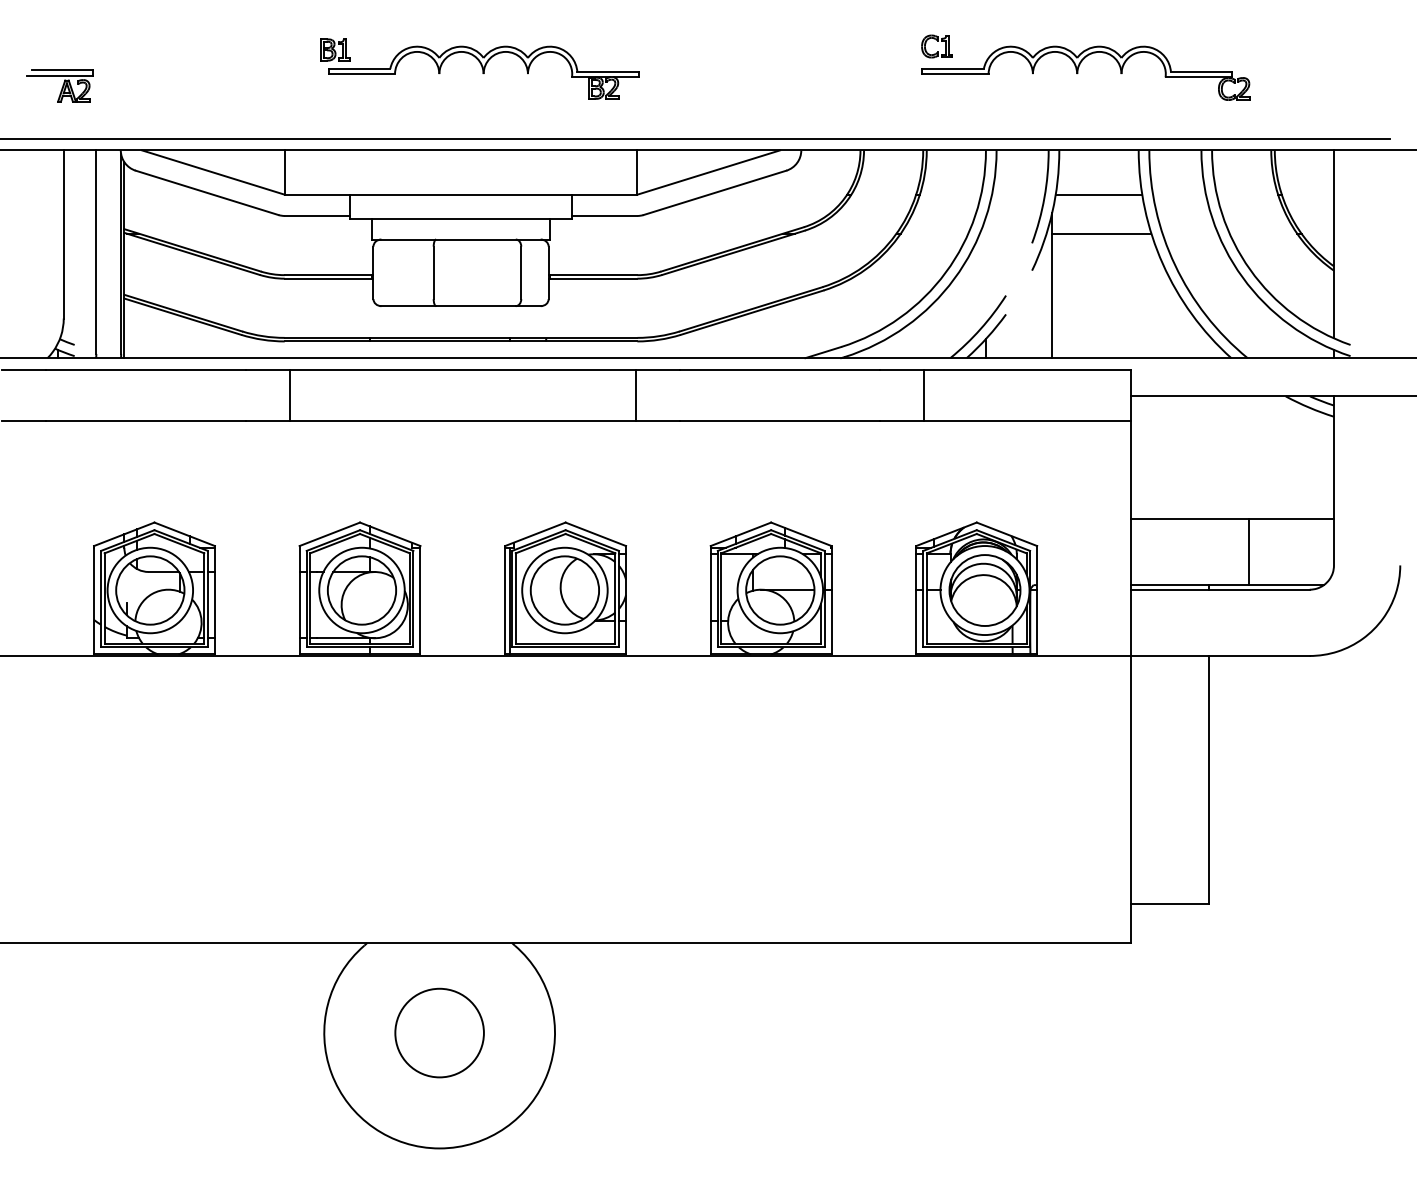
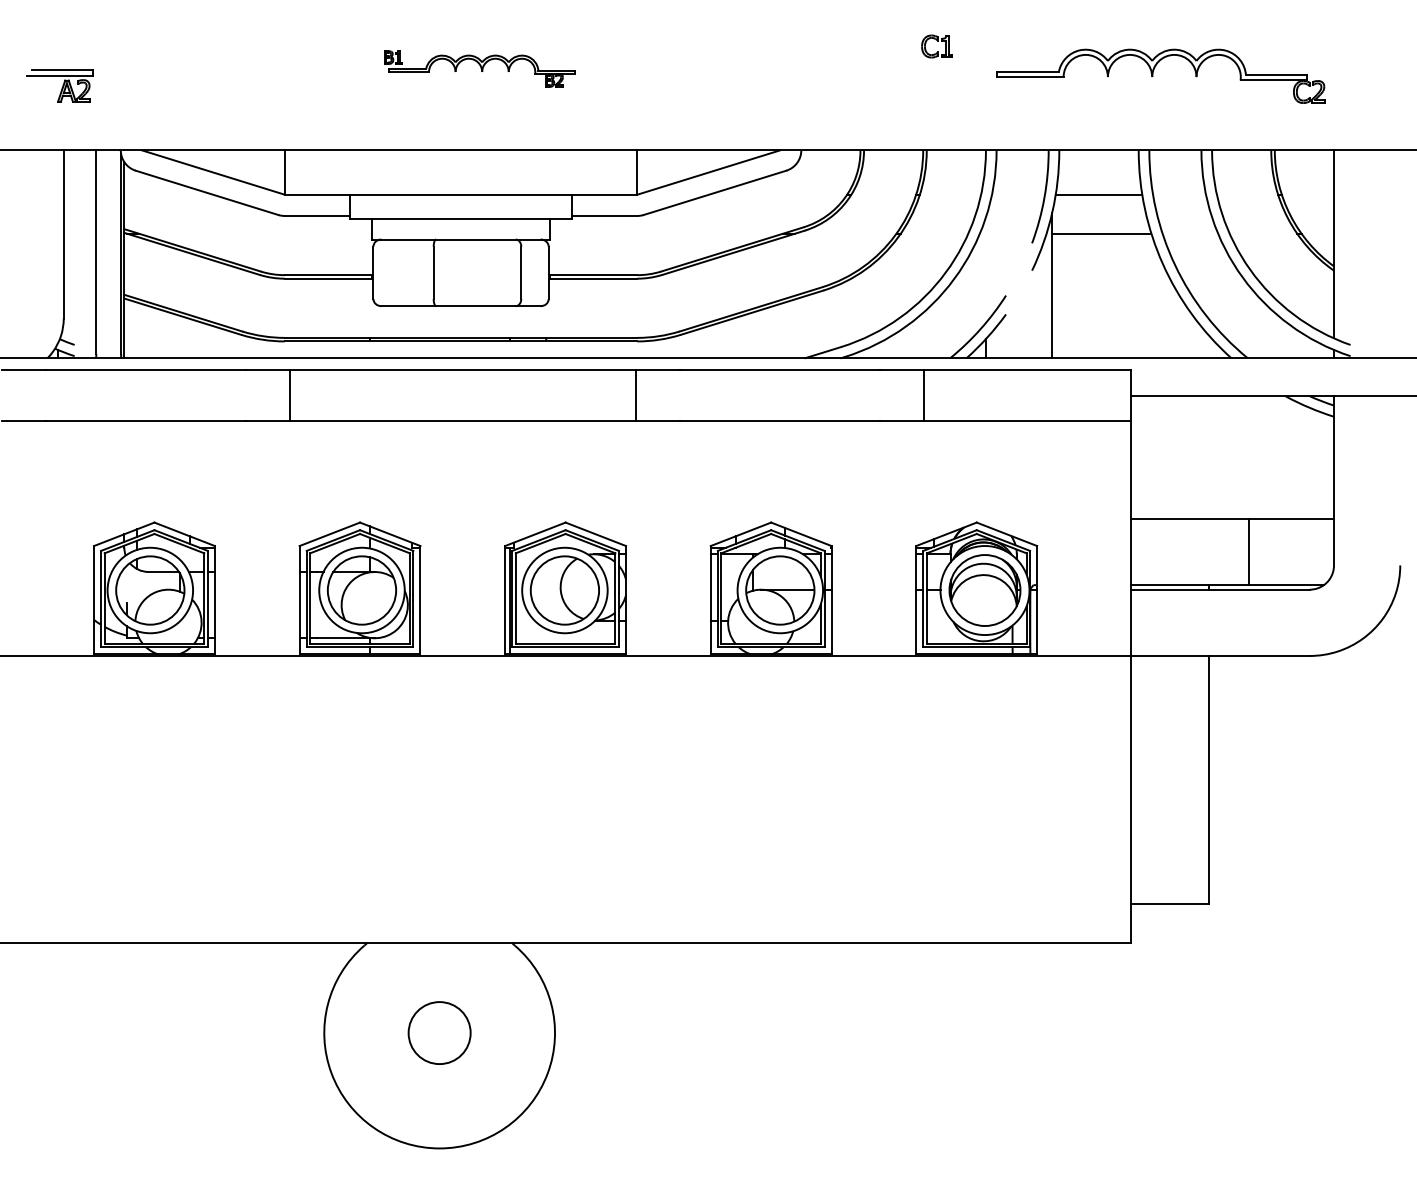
part at (479, 68) size: 320x62 px -> 192x38 px
part at (1078, 72) position: (1078, 72) -> (1153, 75)
line at (696, 138): present -> none
circle at (439, 1032) diameter: 89 px -> 62 px
